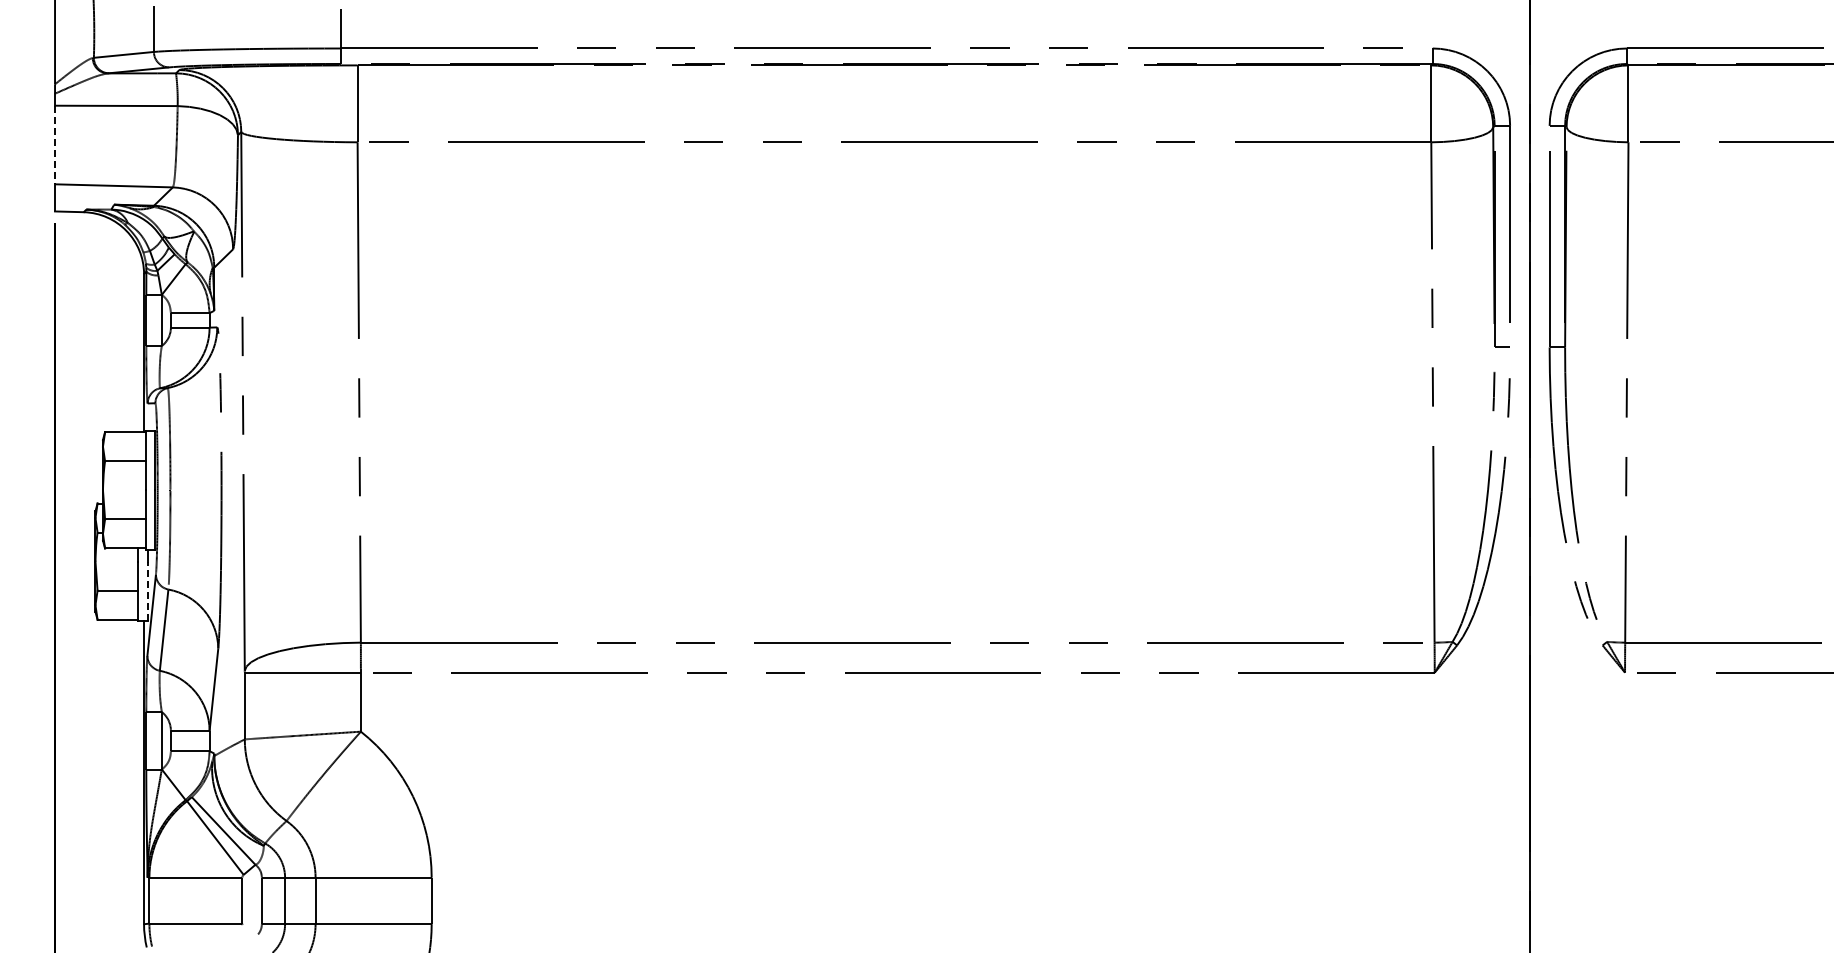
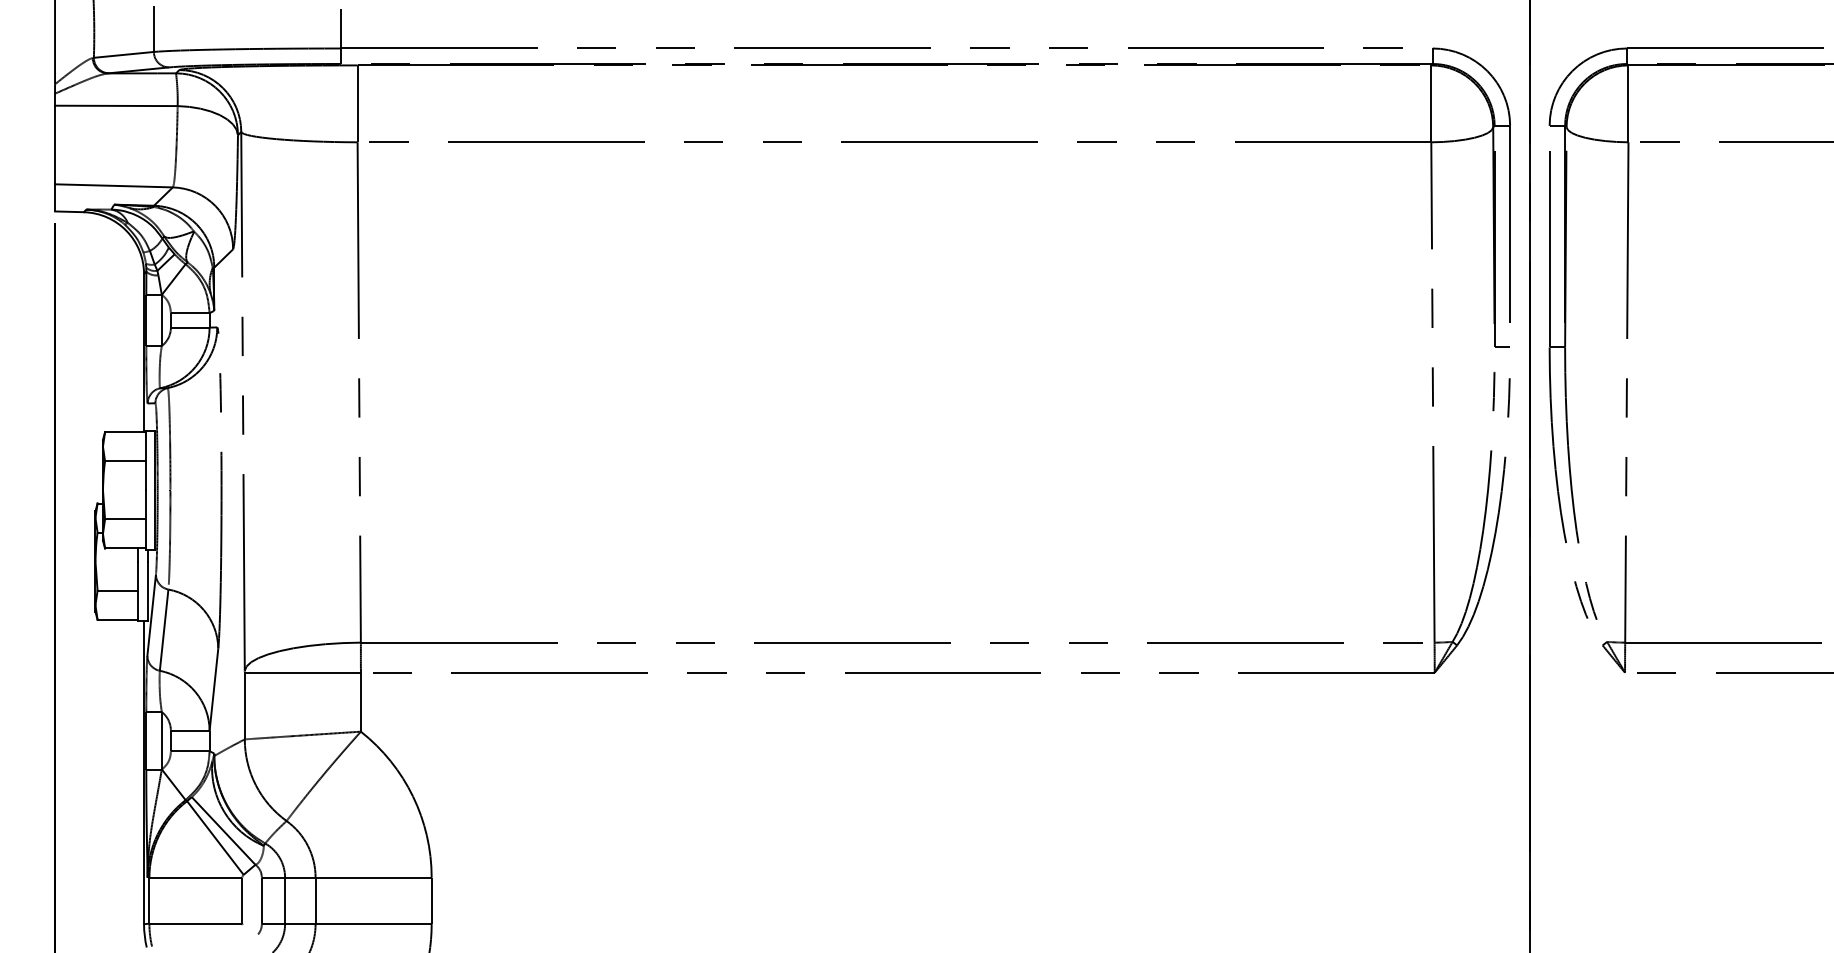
line at (55, 145): dashed -> solid
line at (147, 591): dashed -> solid
